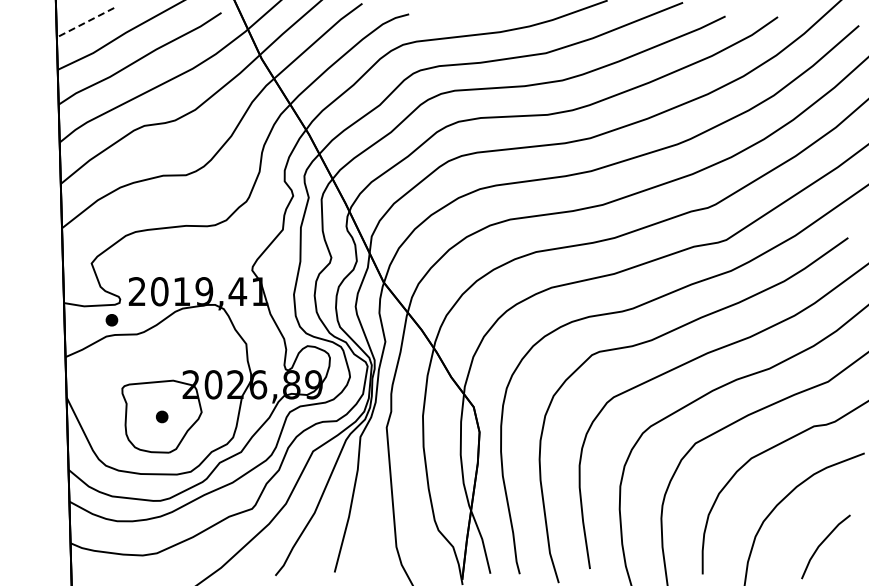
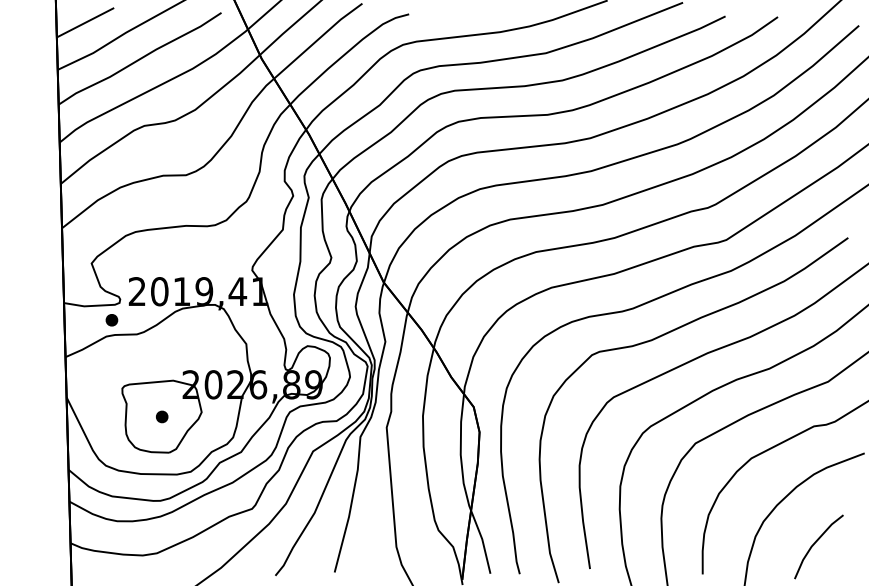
line at (85, 22): dashed -> solid
line at (822, 543) position: (822, 543) -> (815, 543)
